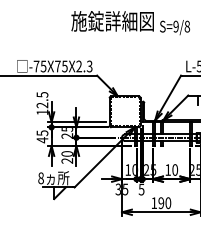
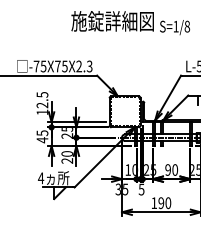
text at (175, 26): S=9/8 -> S=1/8
text at (167, 169): 10 -> 90
text at (40, 178): 8 -> 4
